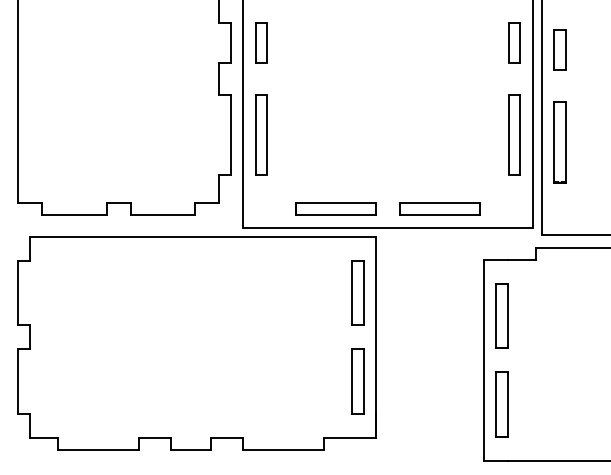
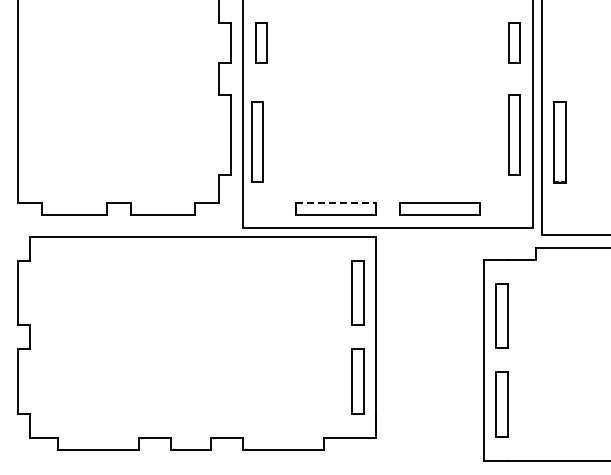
part at (559, 49): present -> none
part at (261, 134) position: (261, 134) -> (257, 141)
line at (336, 203): solid -> dashed
